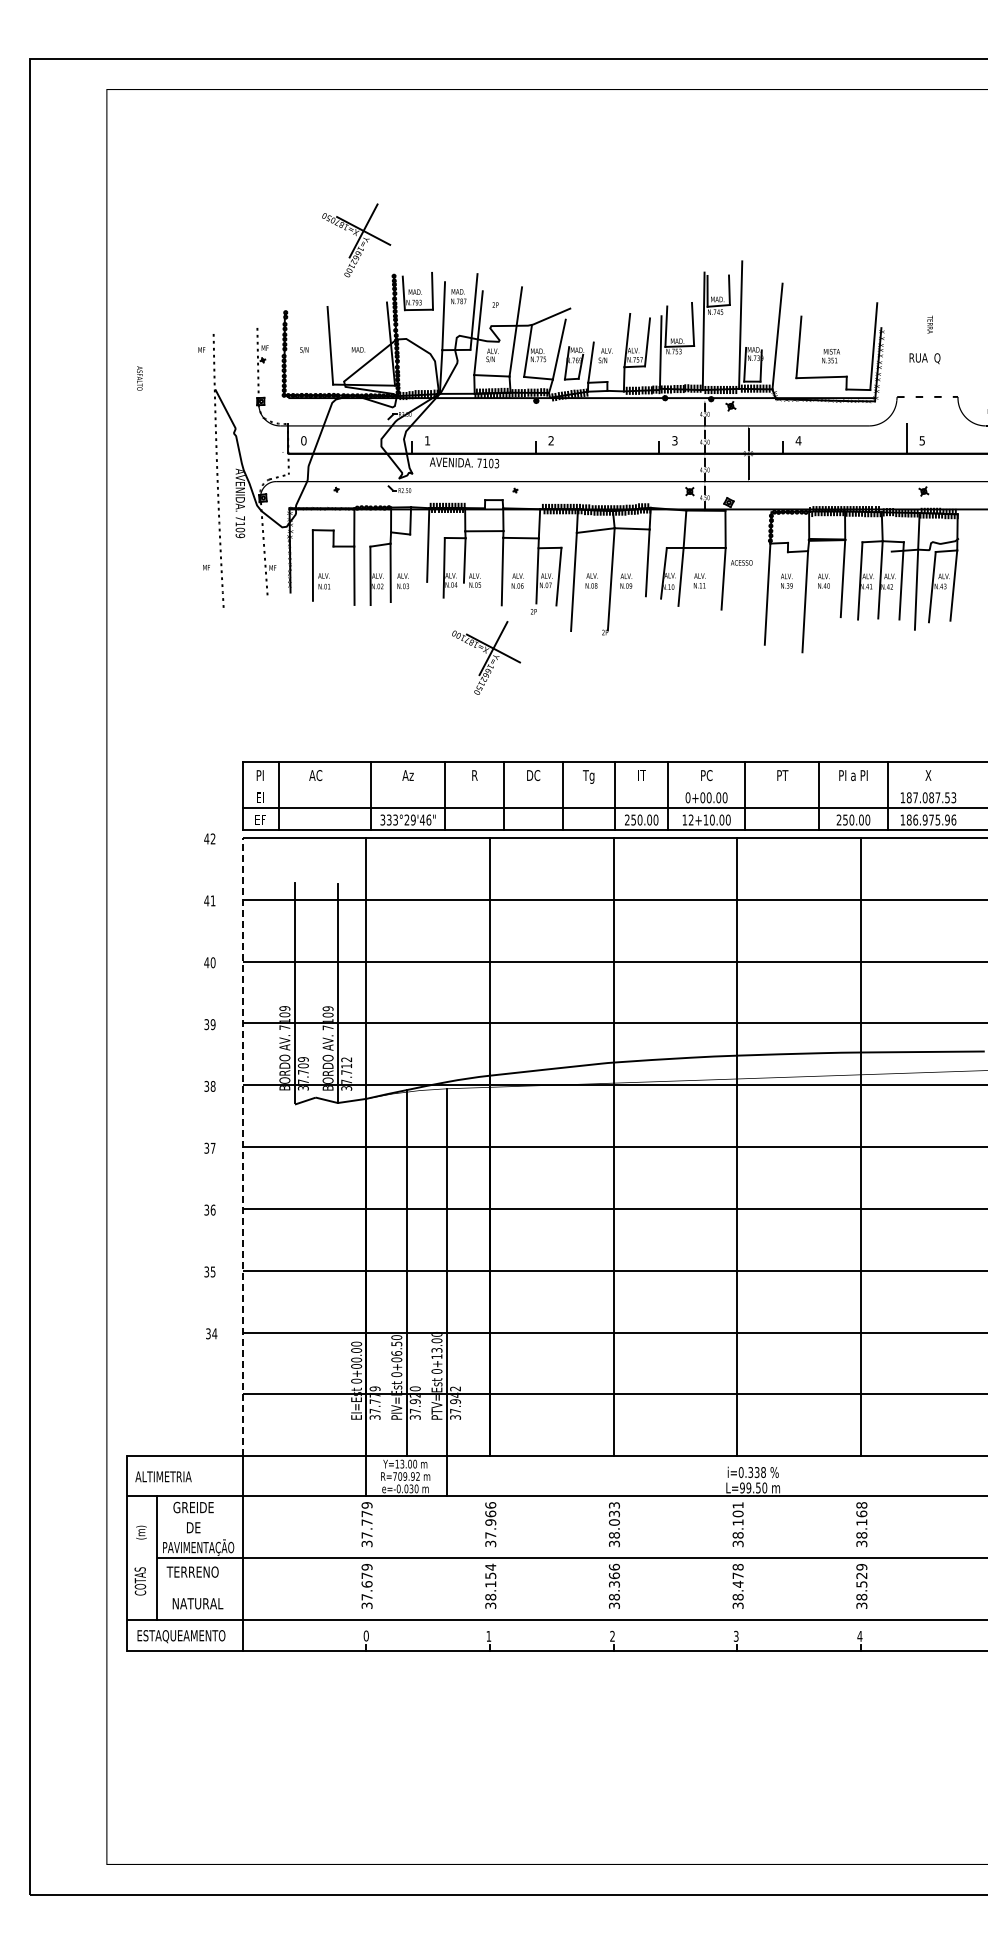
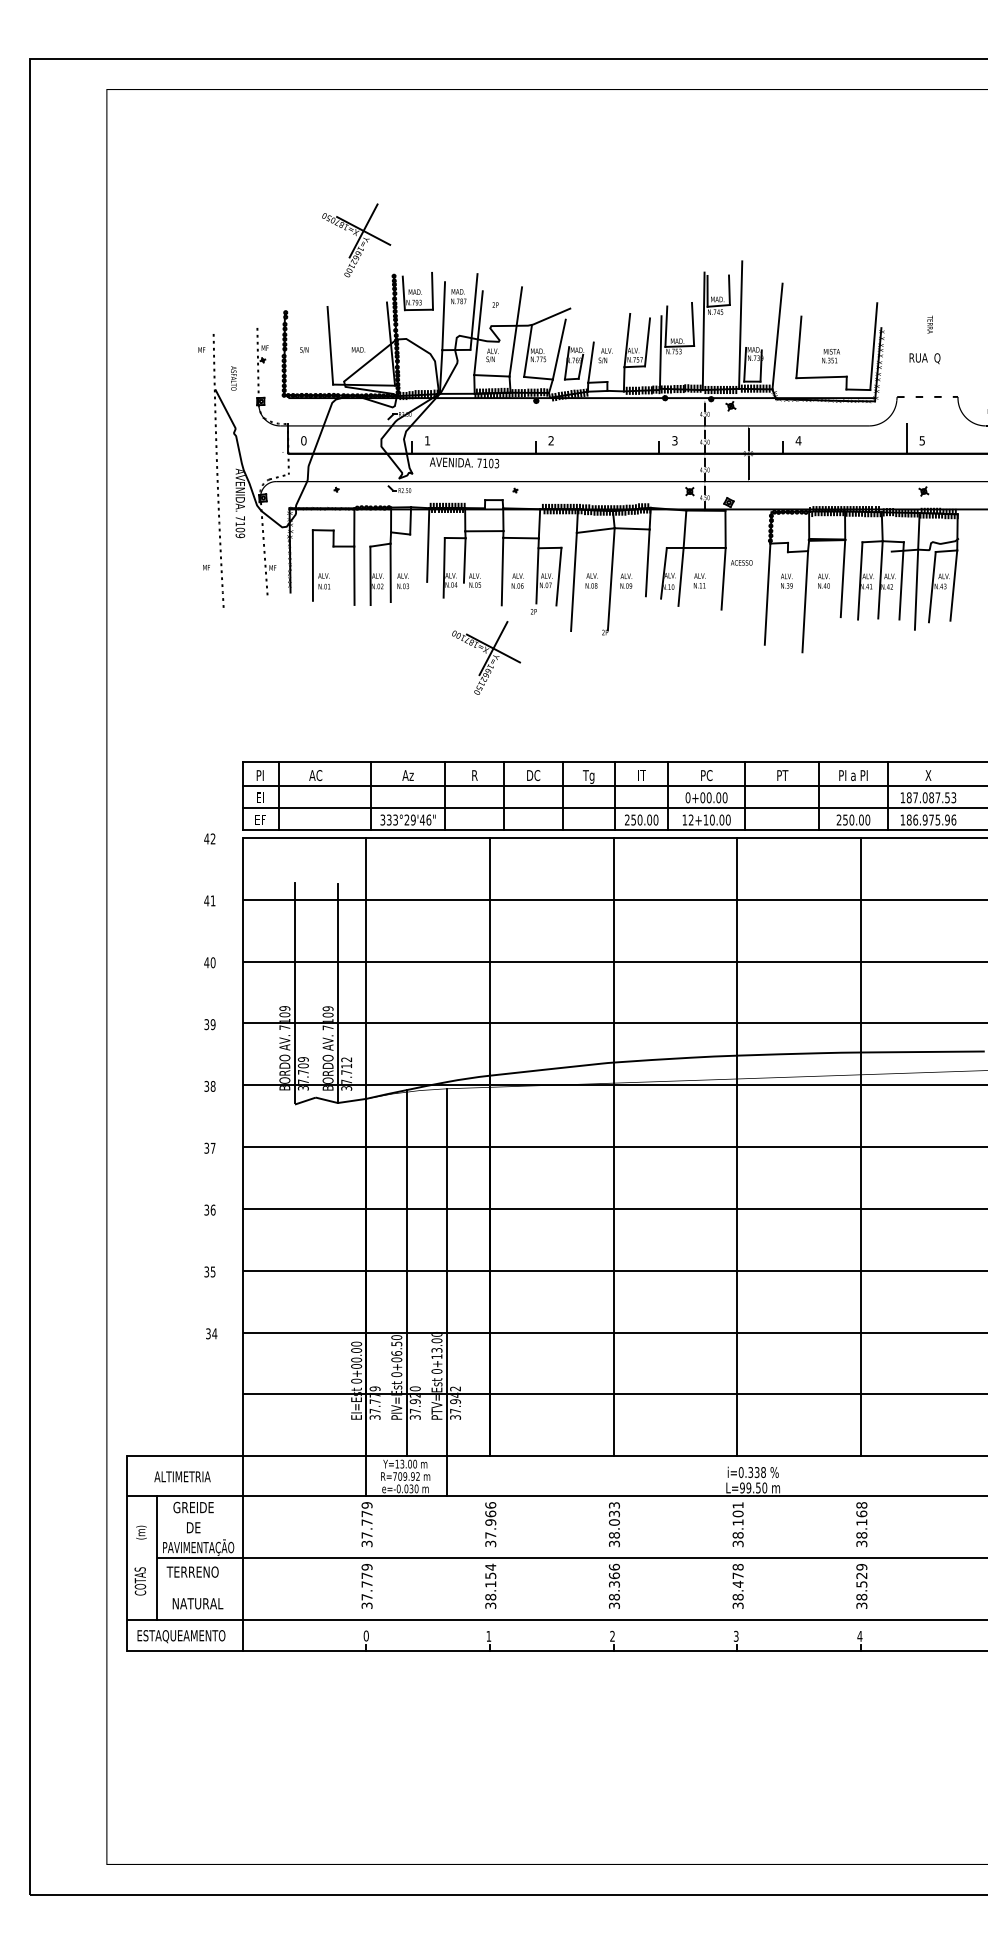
text at (139, 378) position: (139, 378) -> (233, 378)
line at (613, 785): none -> present
line at (242, 1146): dashed -> solid
text at (163, 1476) position: (163, 1476) -> (182, 1476)
text at (366, 1584): 37.679 -> 37.779
